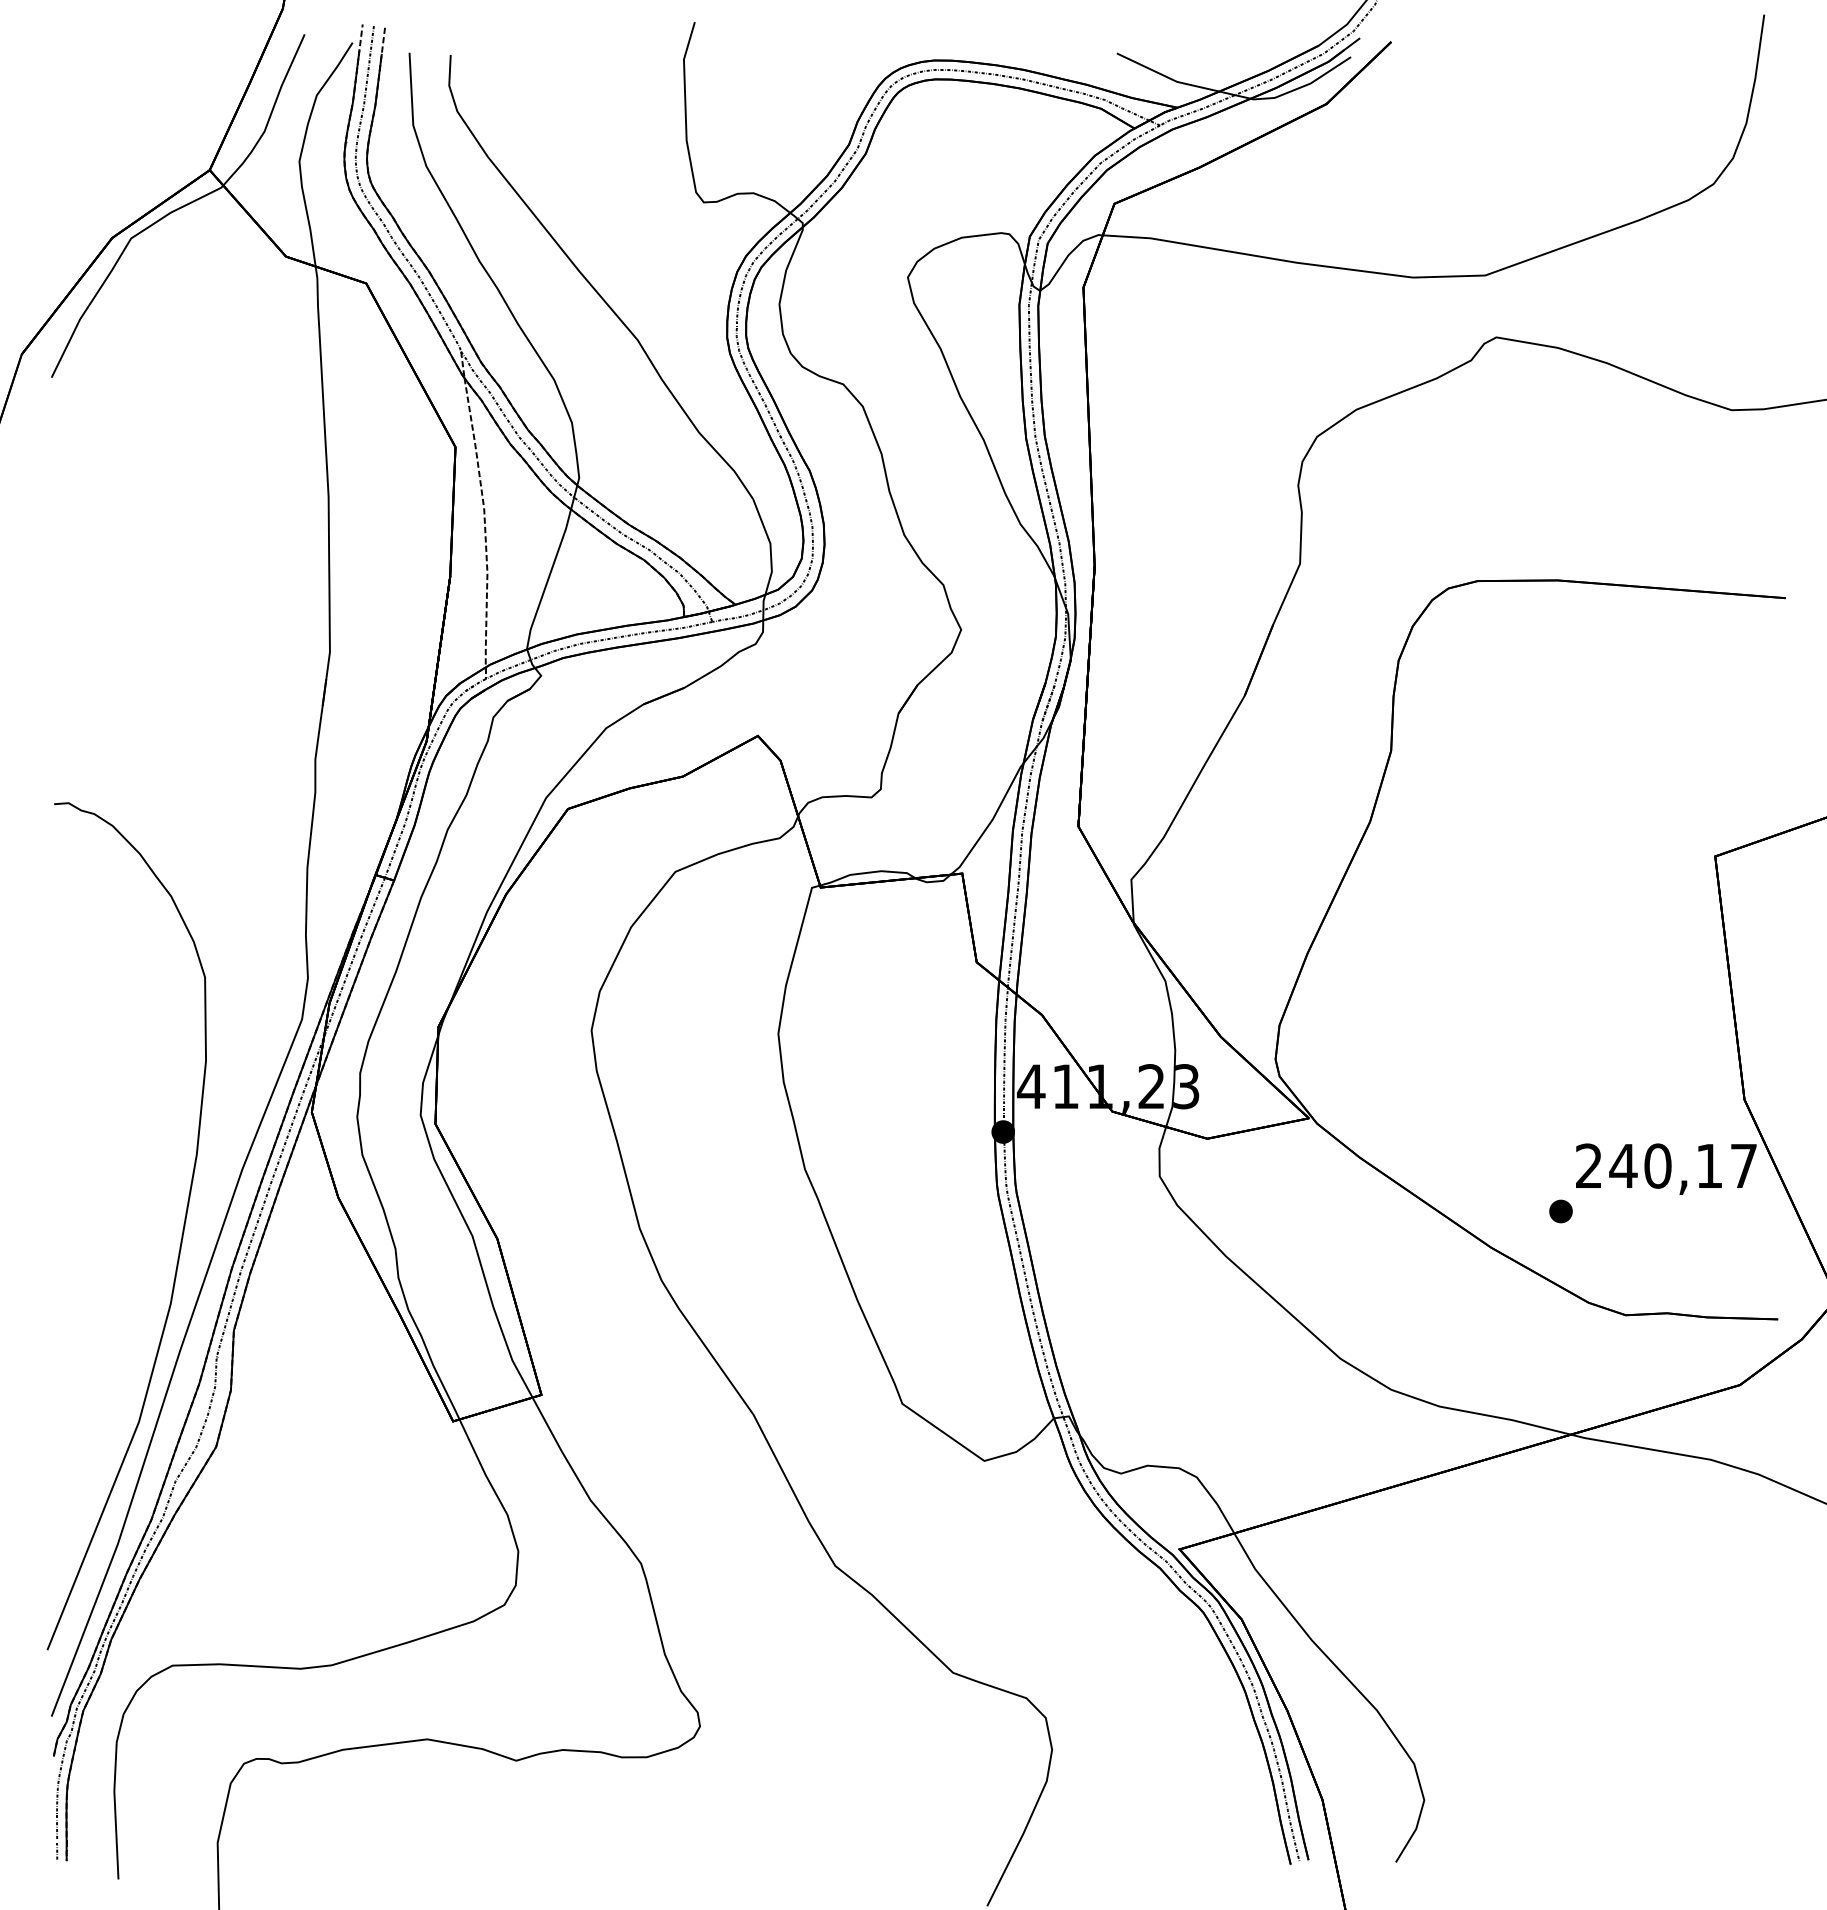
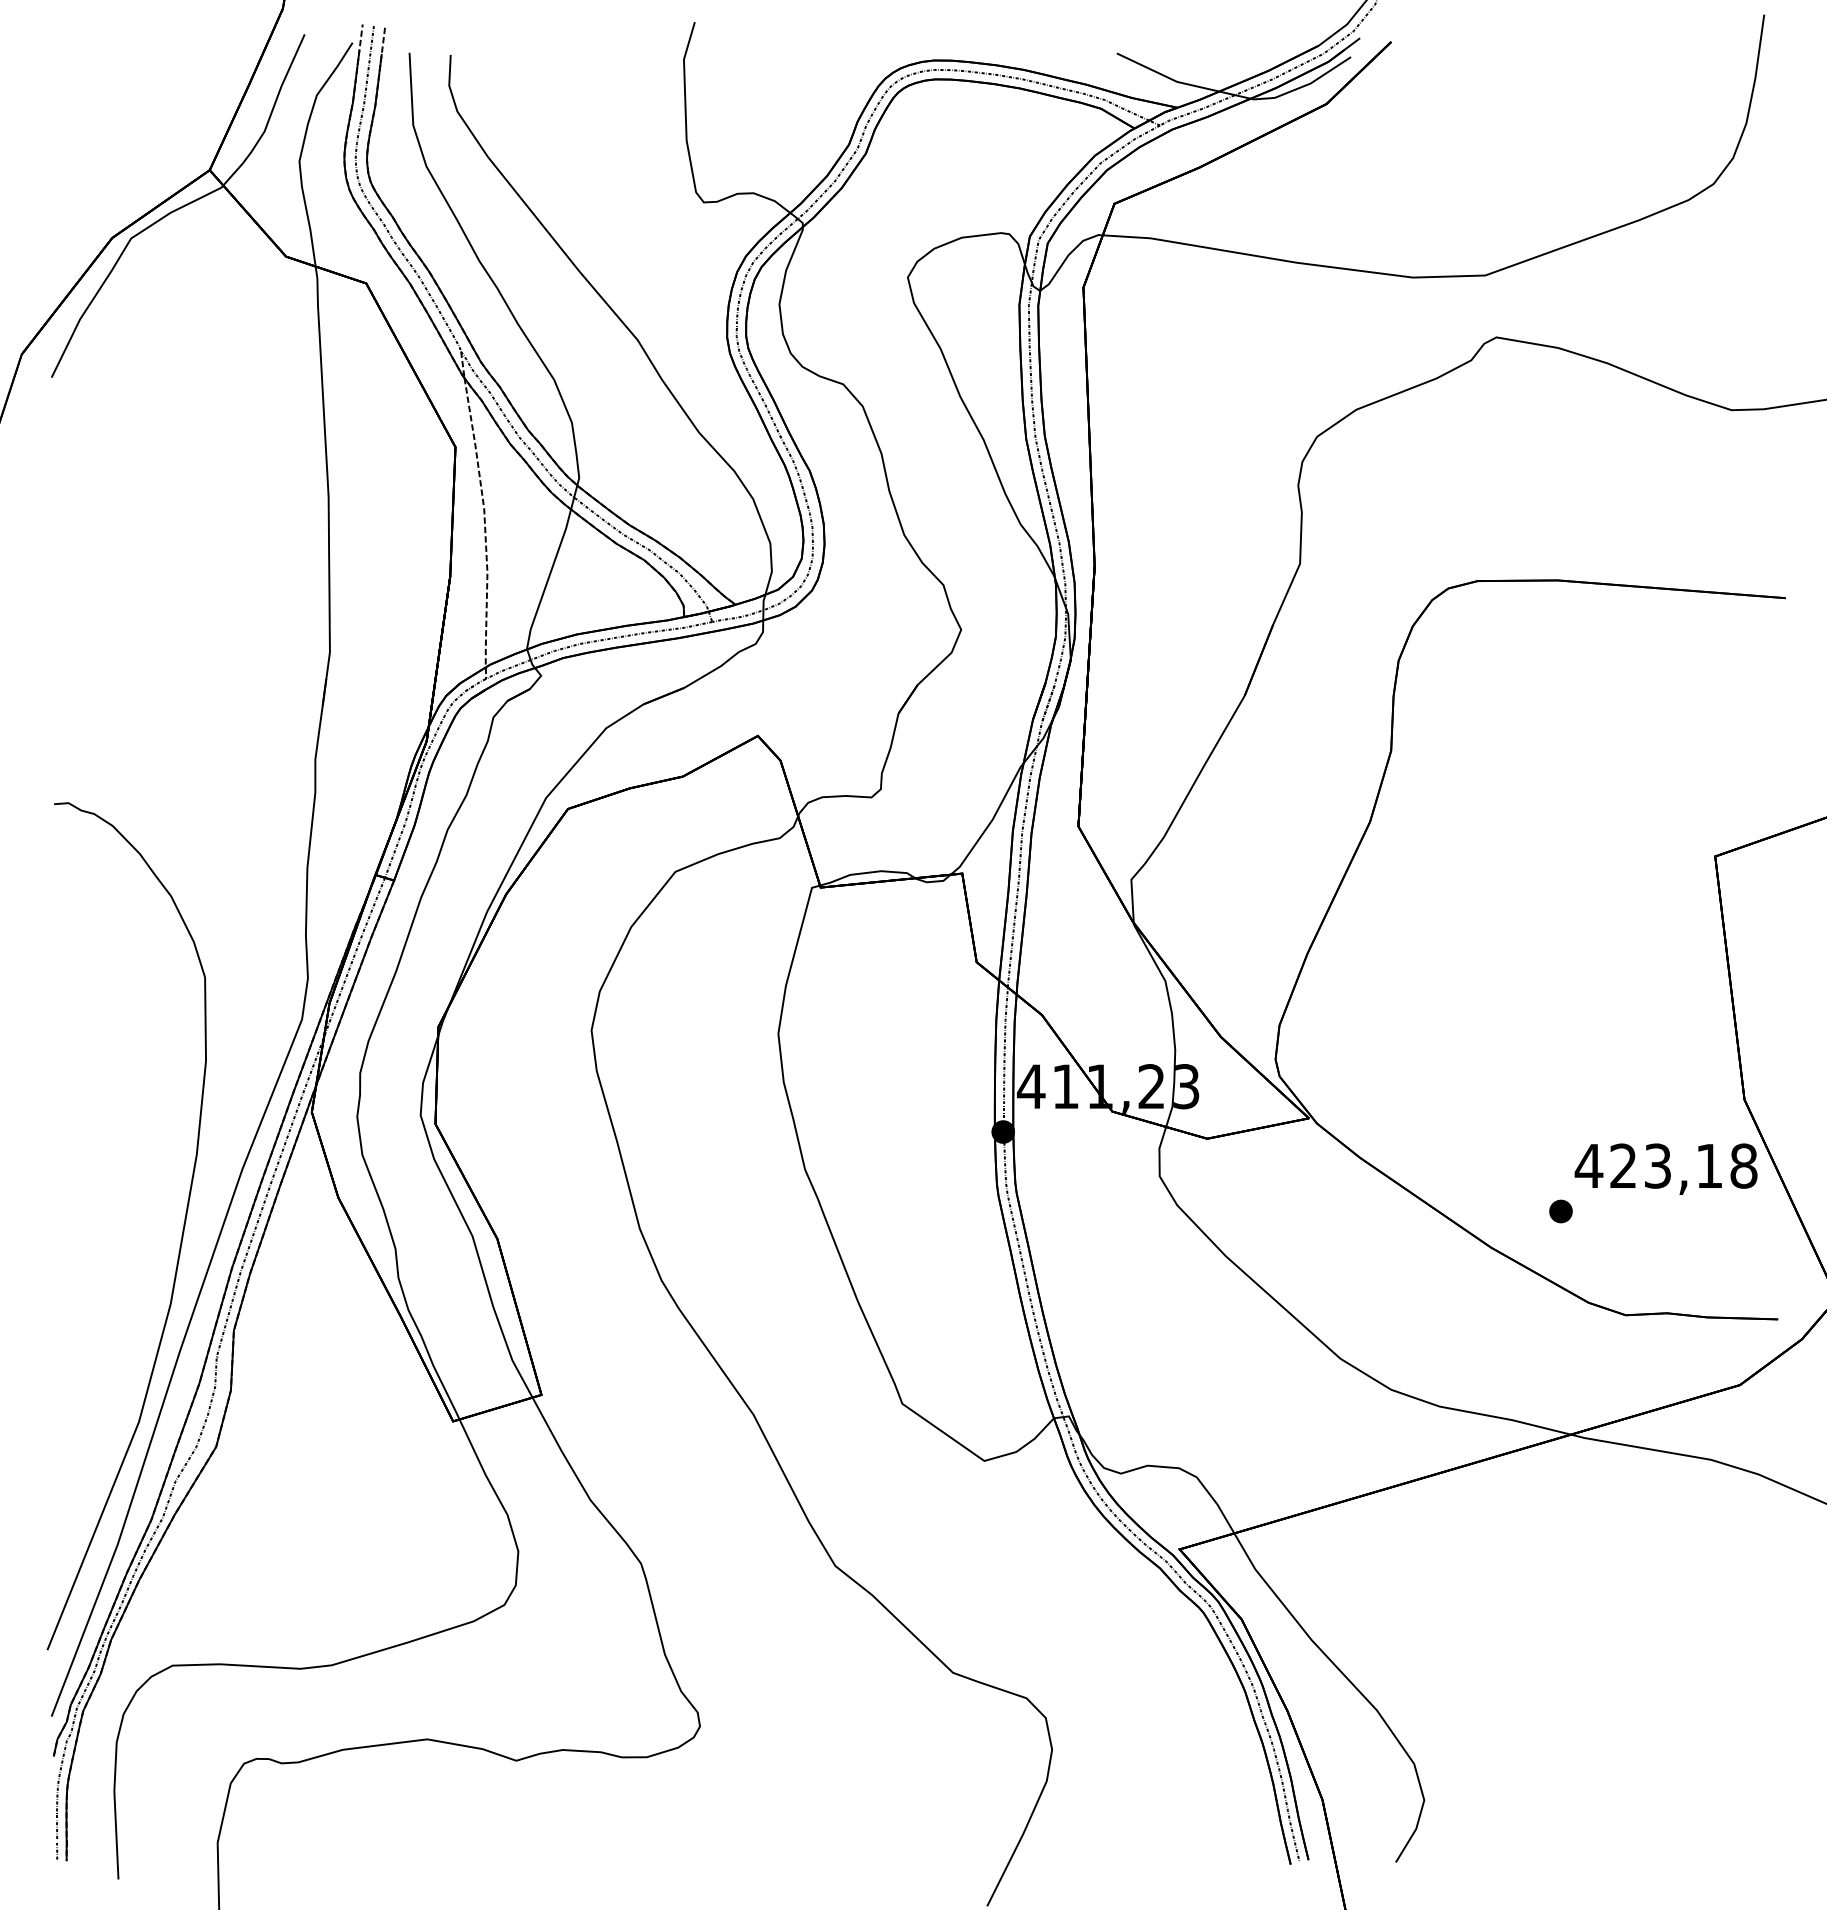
text at (1665, 1165): 240,17 -> 423,18
